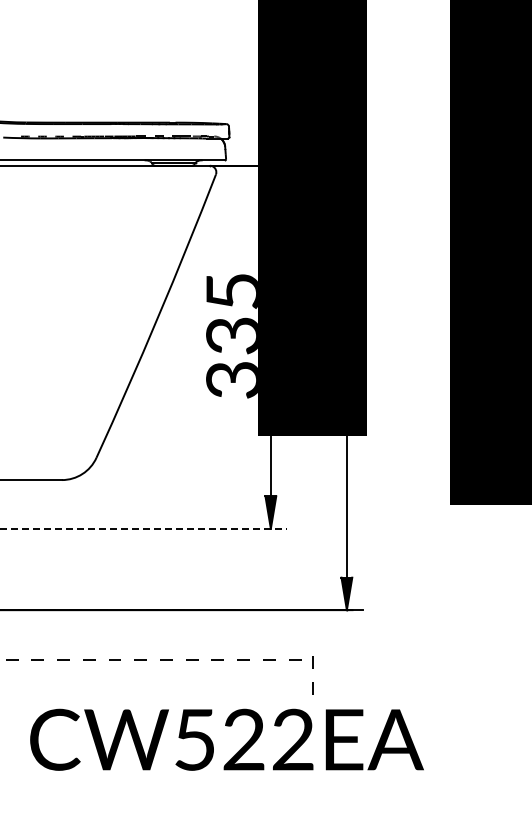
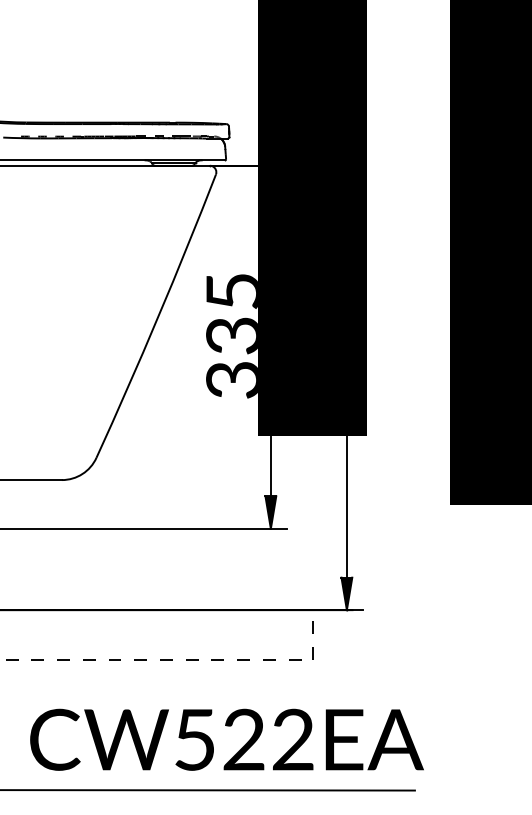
line at (144, 528): dashed -> solid
line at (312, 668) position: (312, 668) -> (312, 633)
line at (208, 790): none -> present
